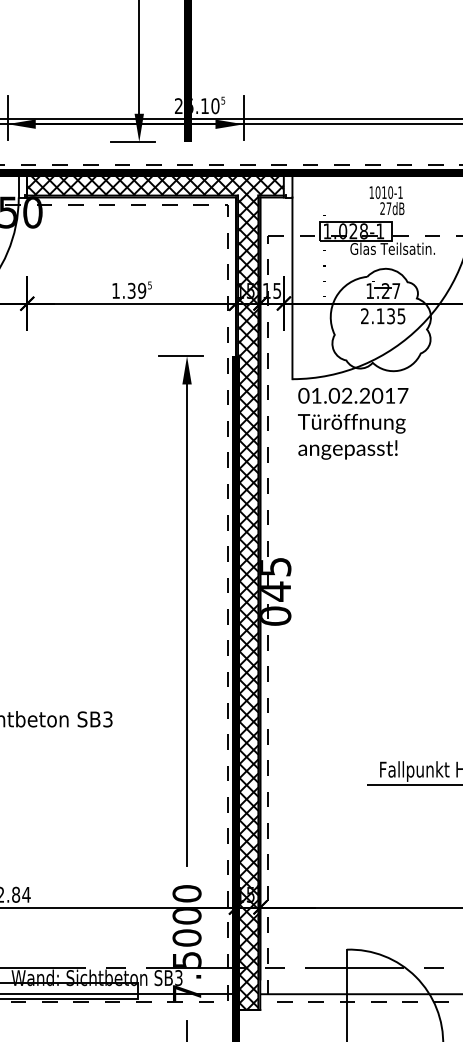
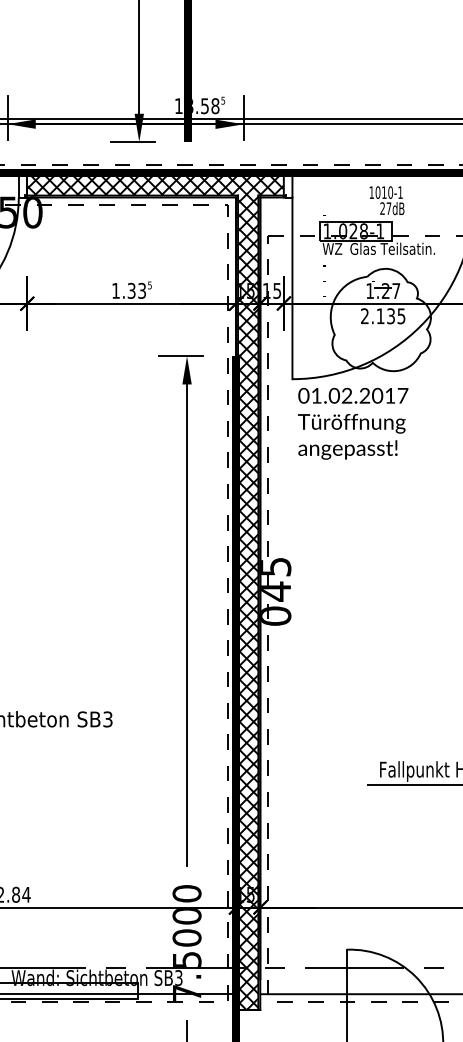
text at (197, 106): 26.10 -> 18.58
text at (332, 248): - -> WZ
text at (142, 290): 1.39 -> 1.33
